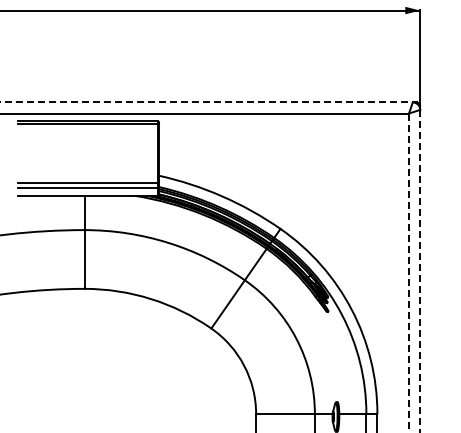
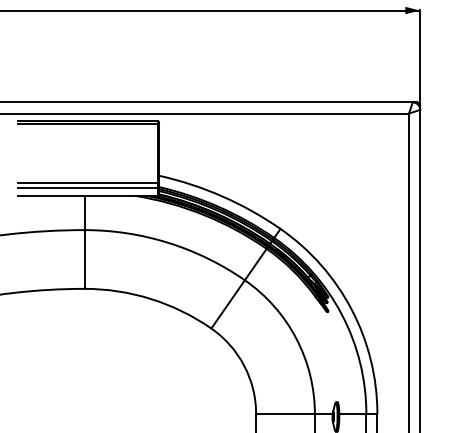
line at (206, 102): dashed -> solid
line at (420, 271): dashed -> solid
line at (409, 272): dashed -> solid
